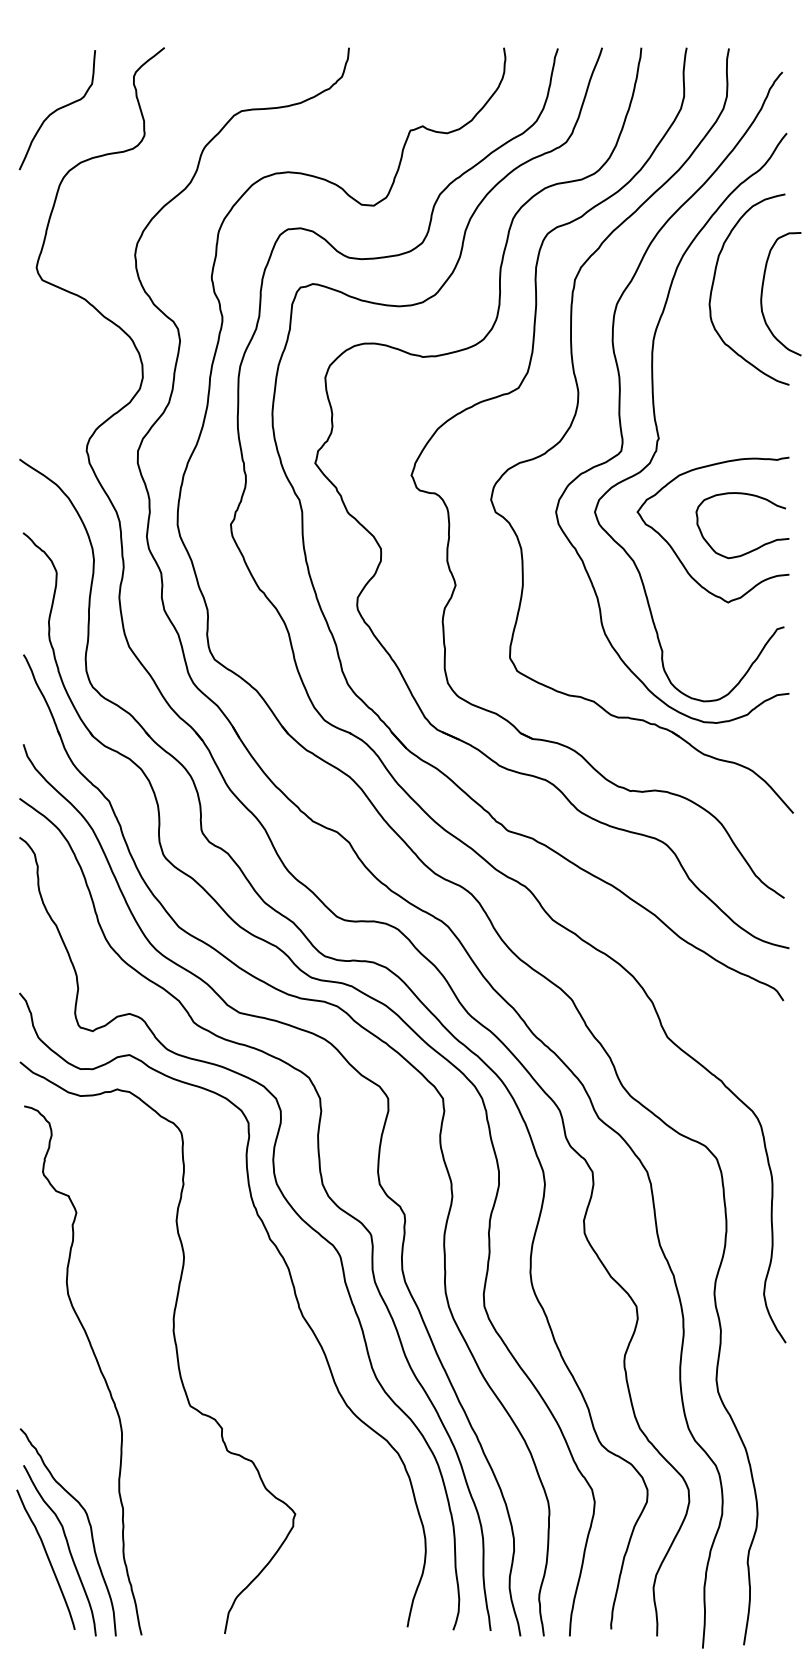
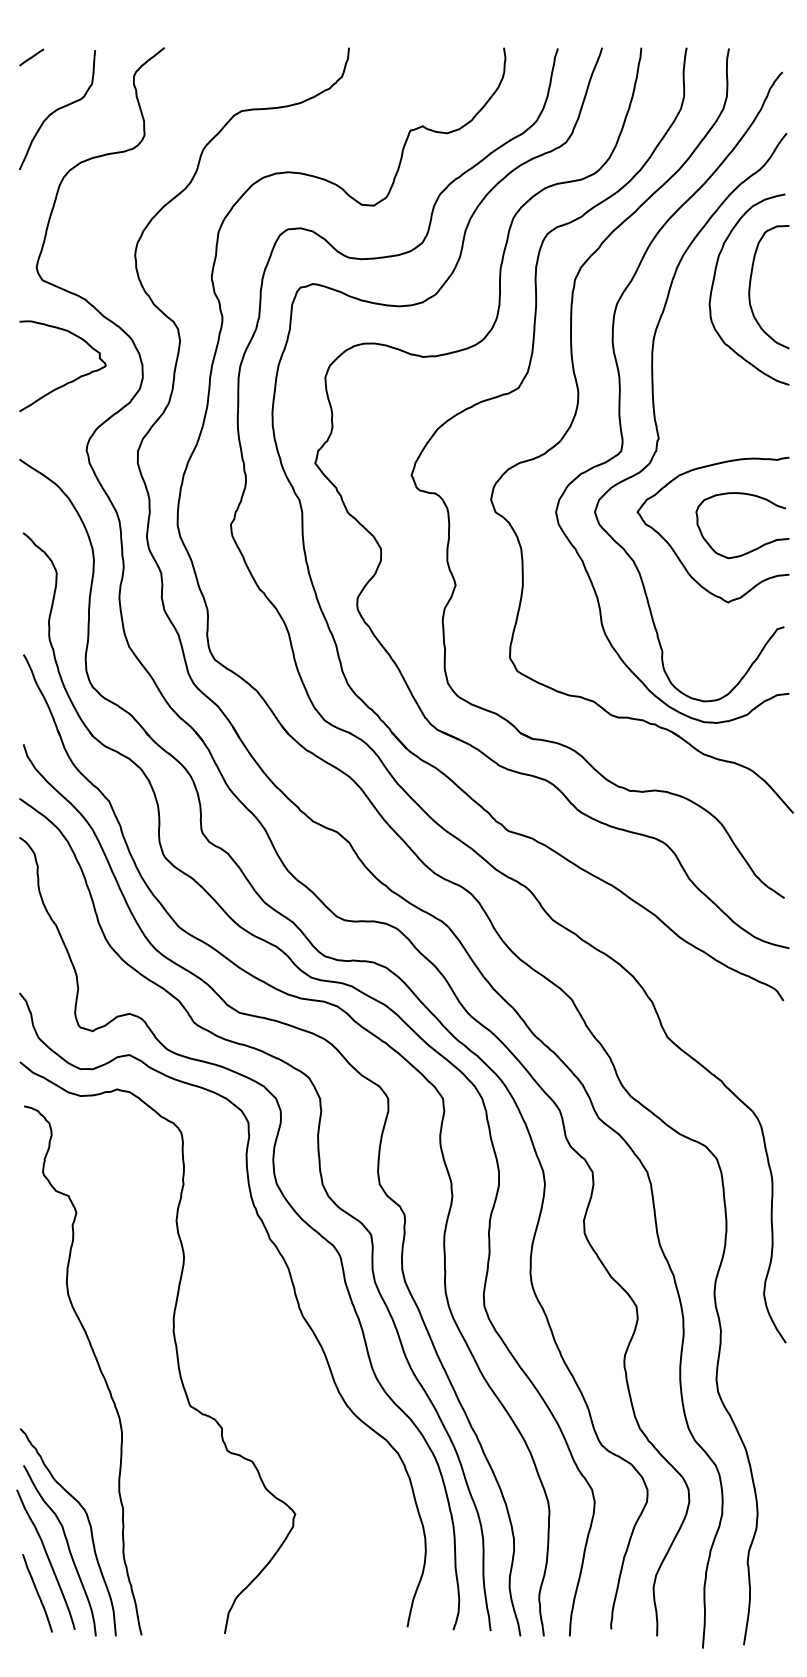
line at (31, 57): none -> present
curve at (762, 294) position: (762, 294) -> (750, 287)
curve at (69, 381): none -> present
curve at (37, 1593): none -> present
